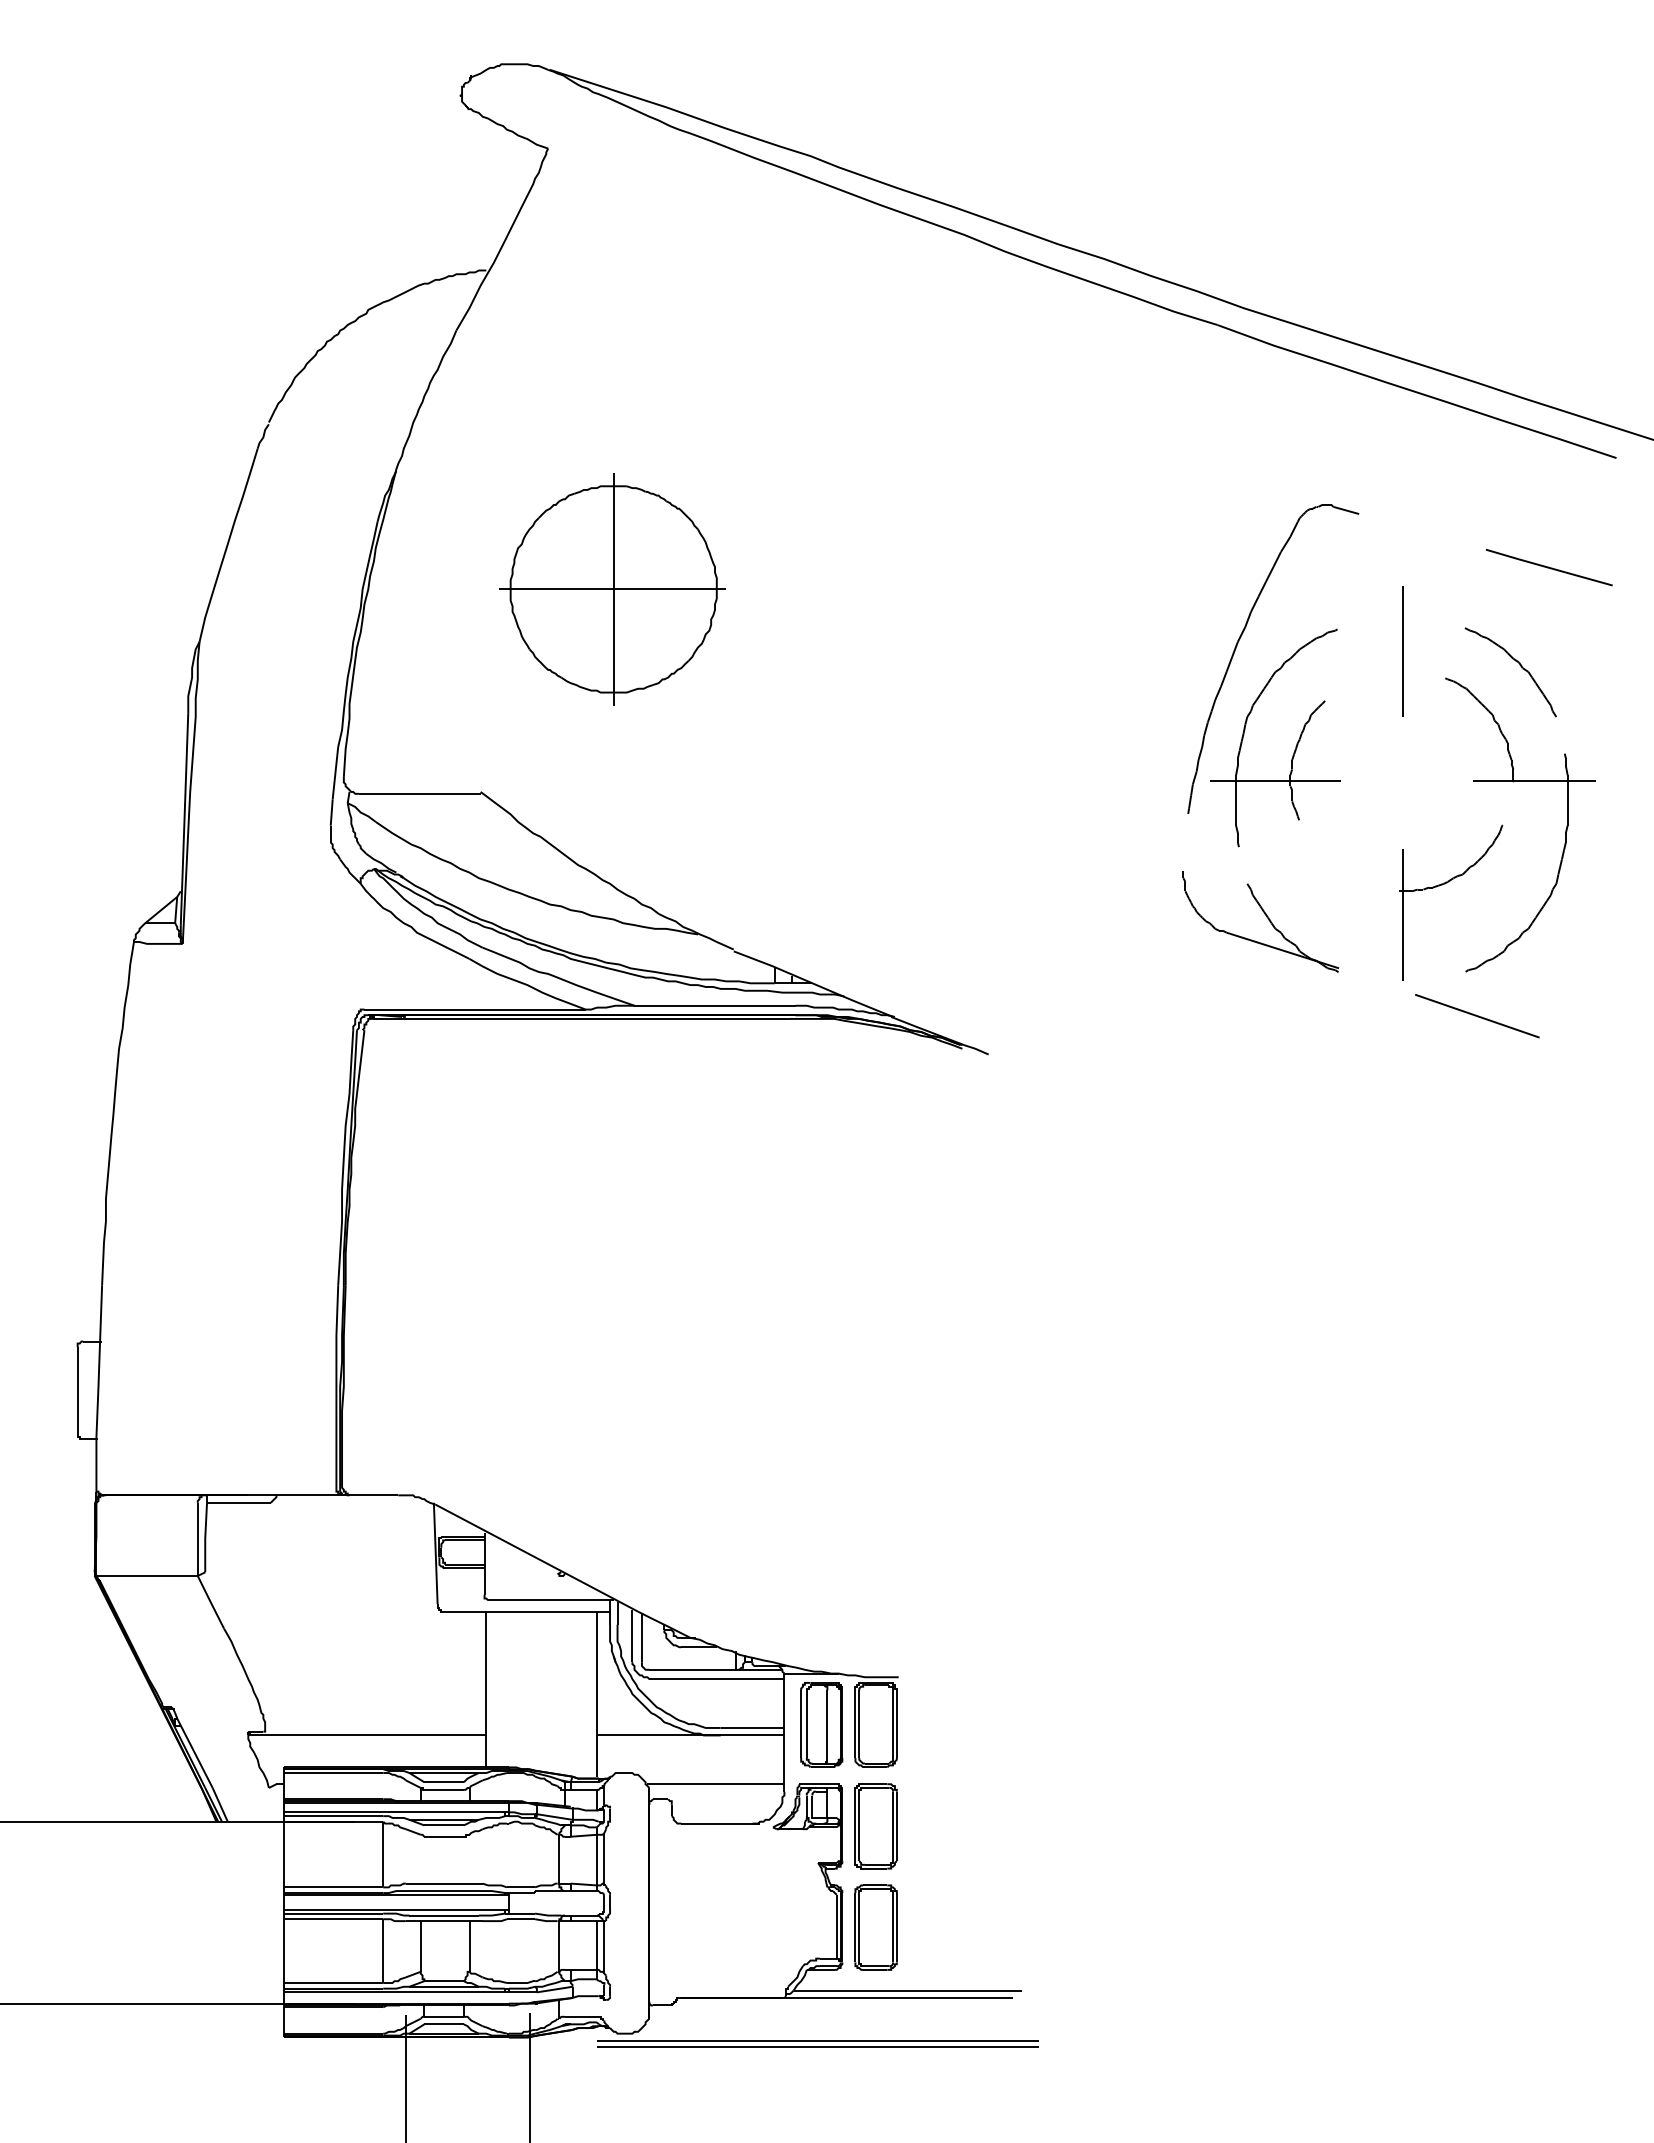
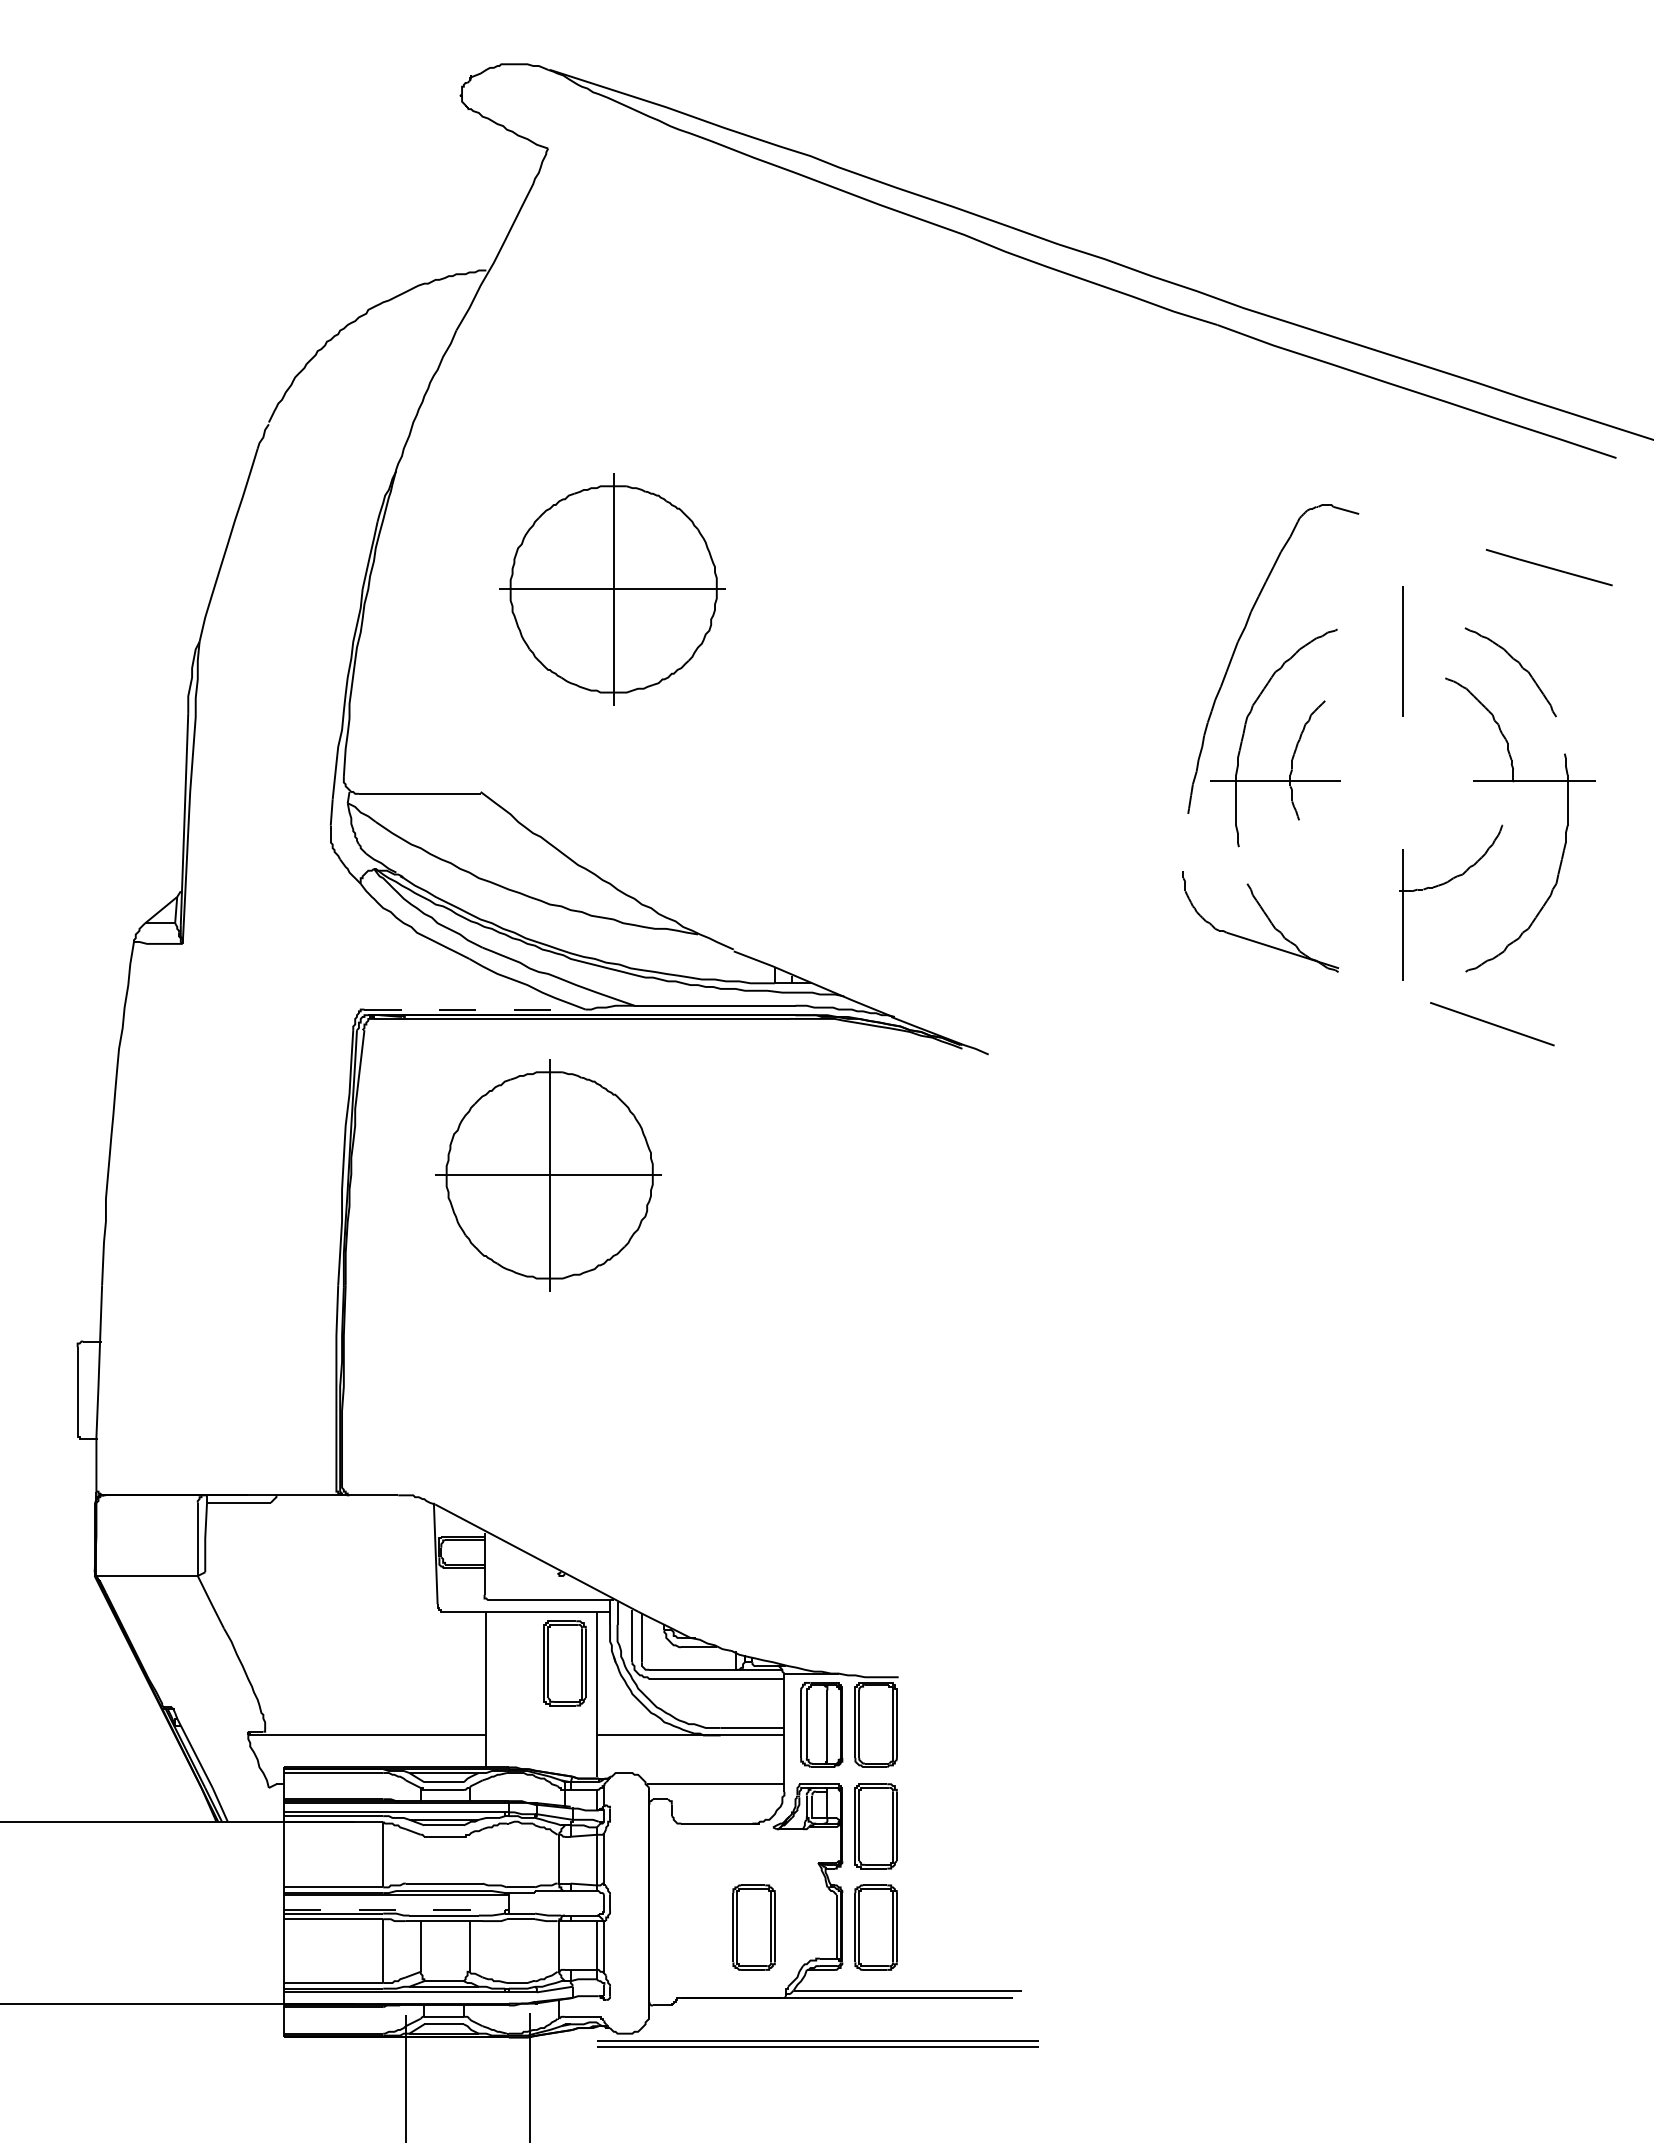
line at (475, 1009): solid -> dashed
line at (1477, 1016) position: (1477, 1016) -> (1492, 1024)
part at (548, 1175): none -> present
part at (564, 1663): none -> present
line at (394, 1909): solid -> dashed
part at (753, 1927): none -> present
